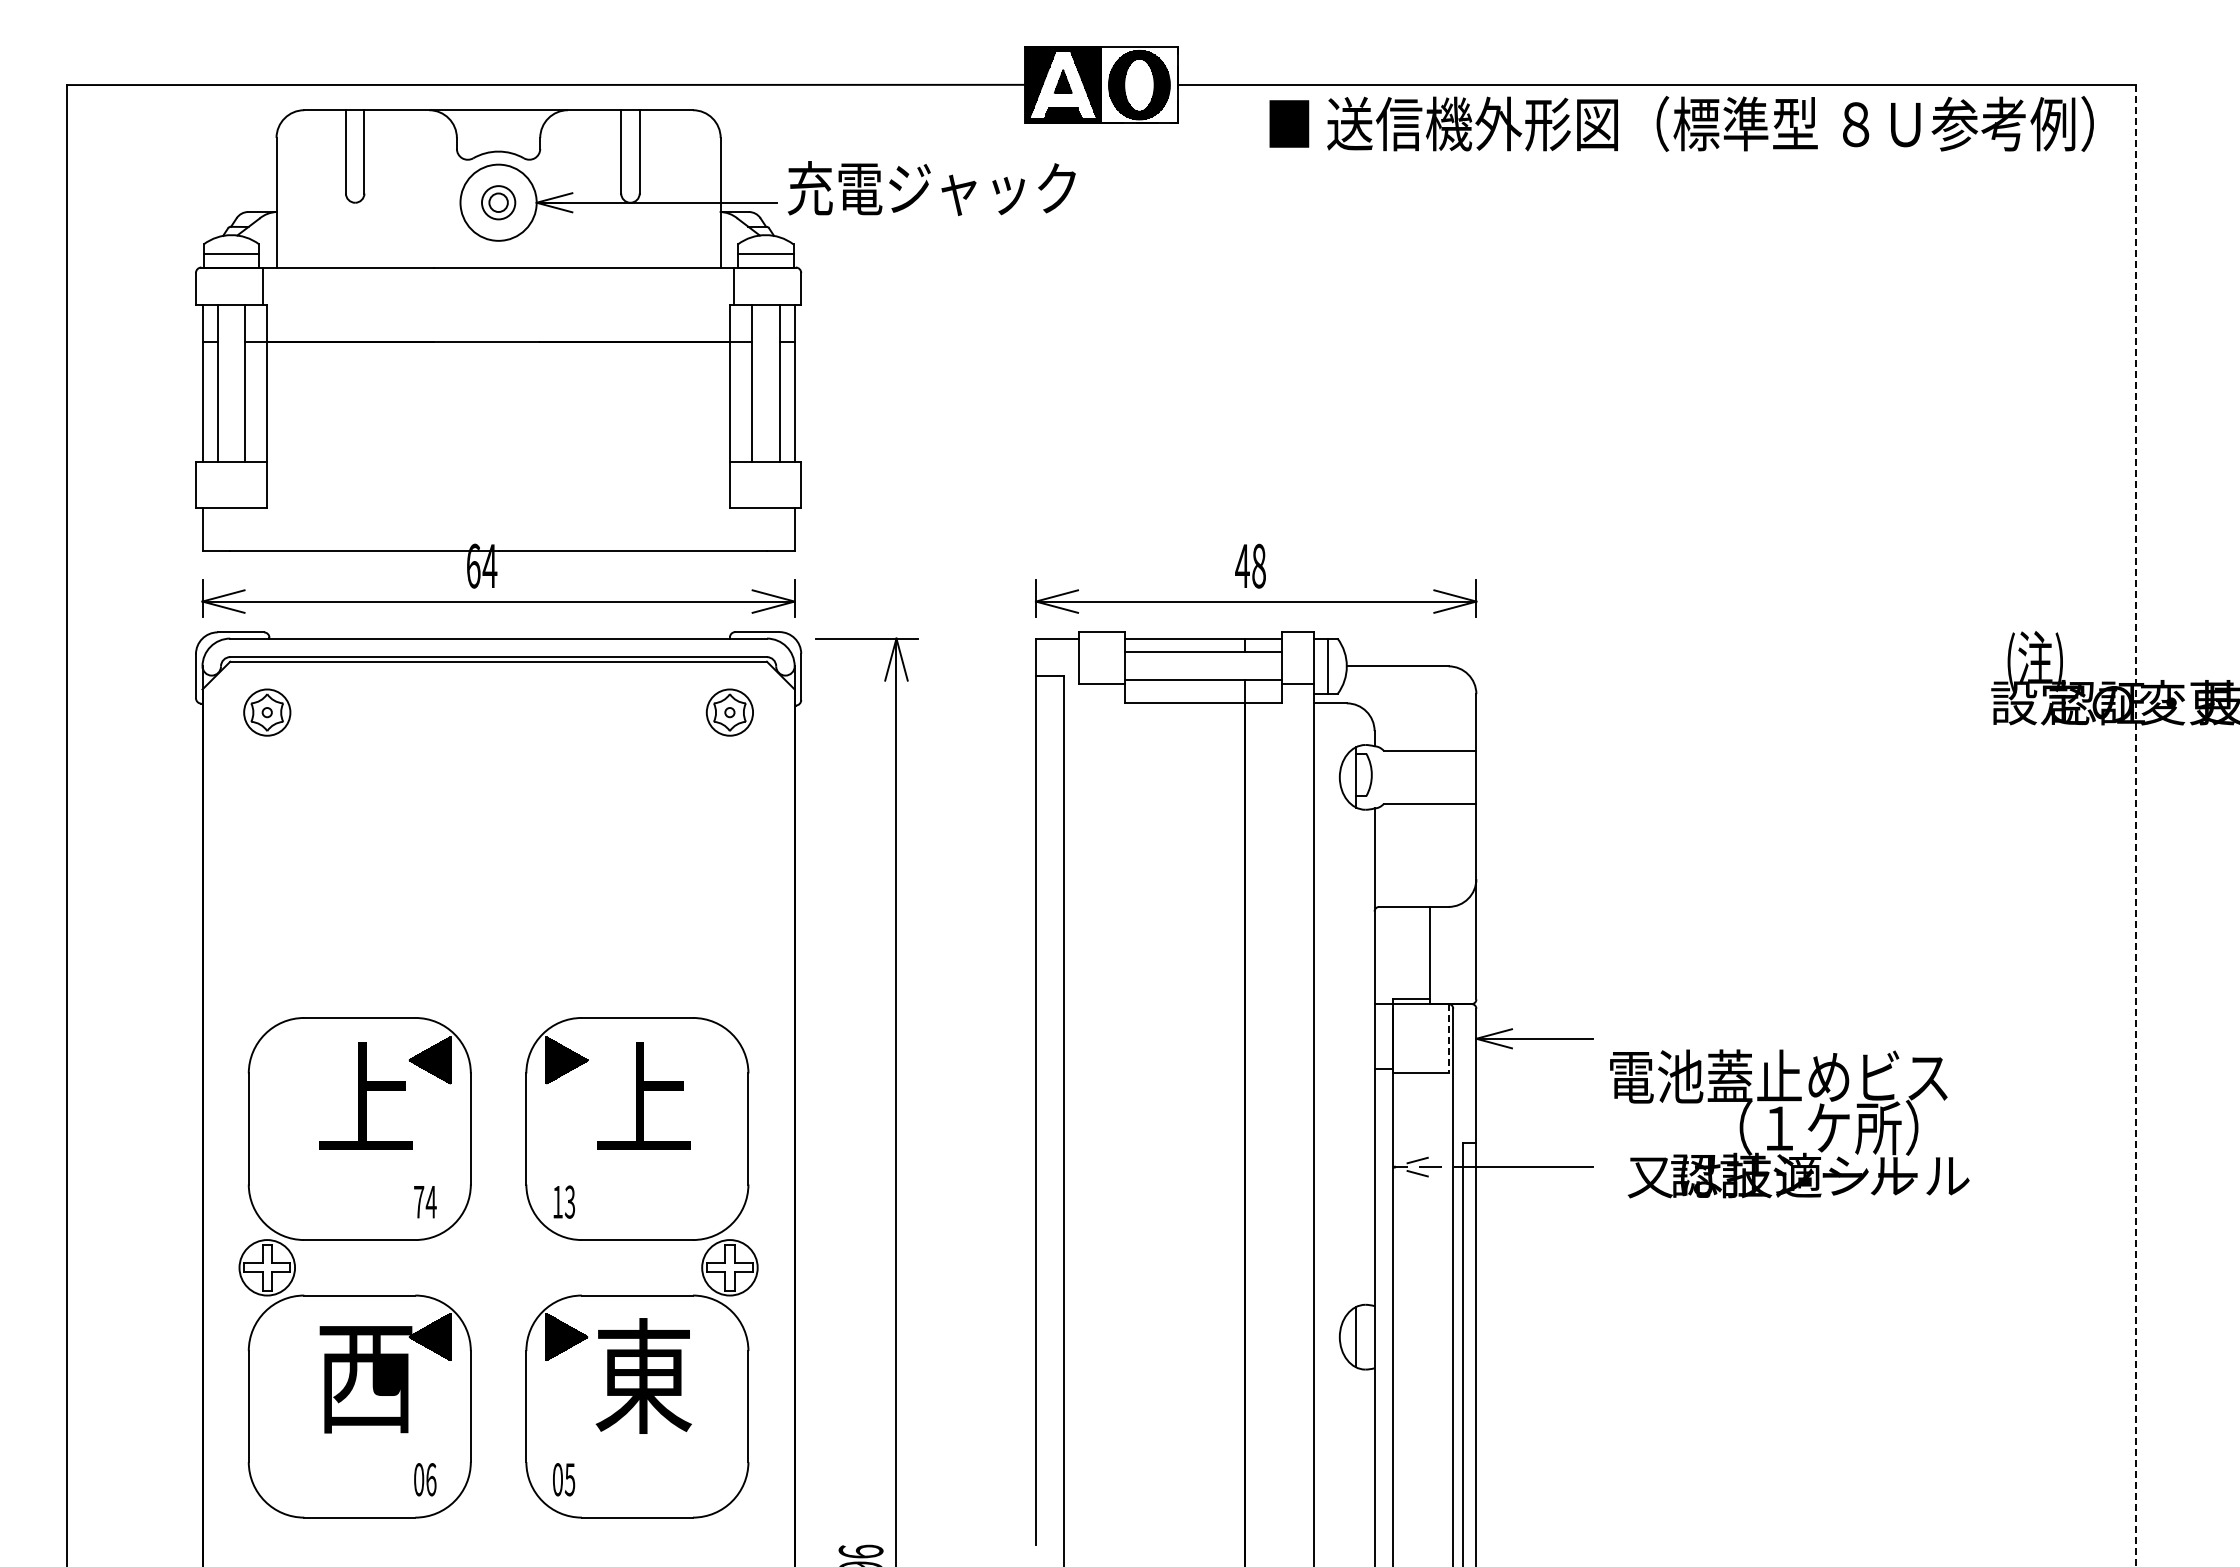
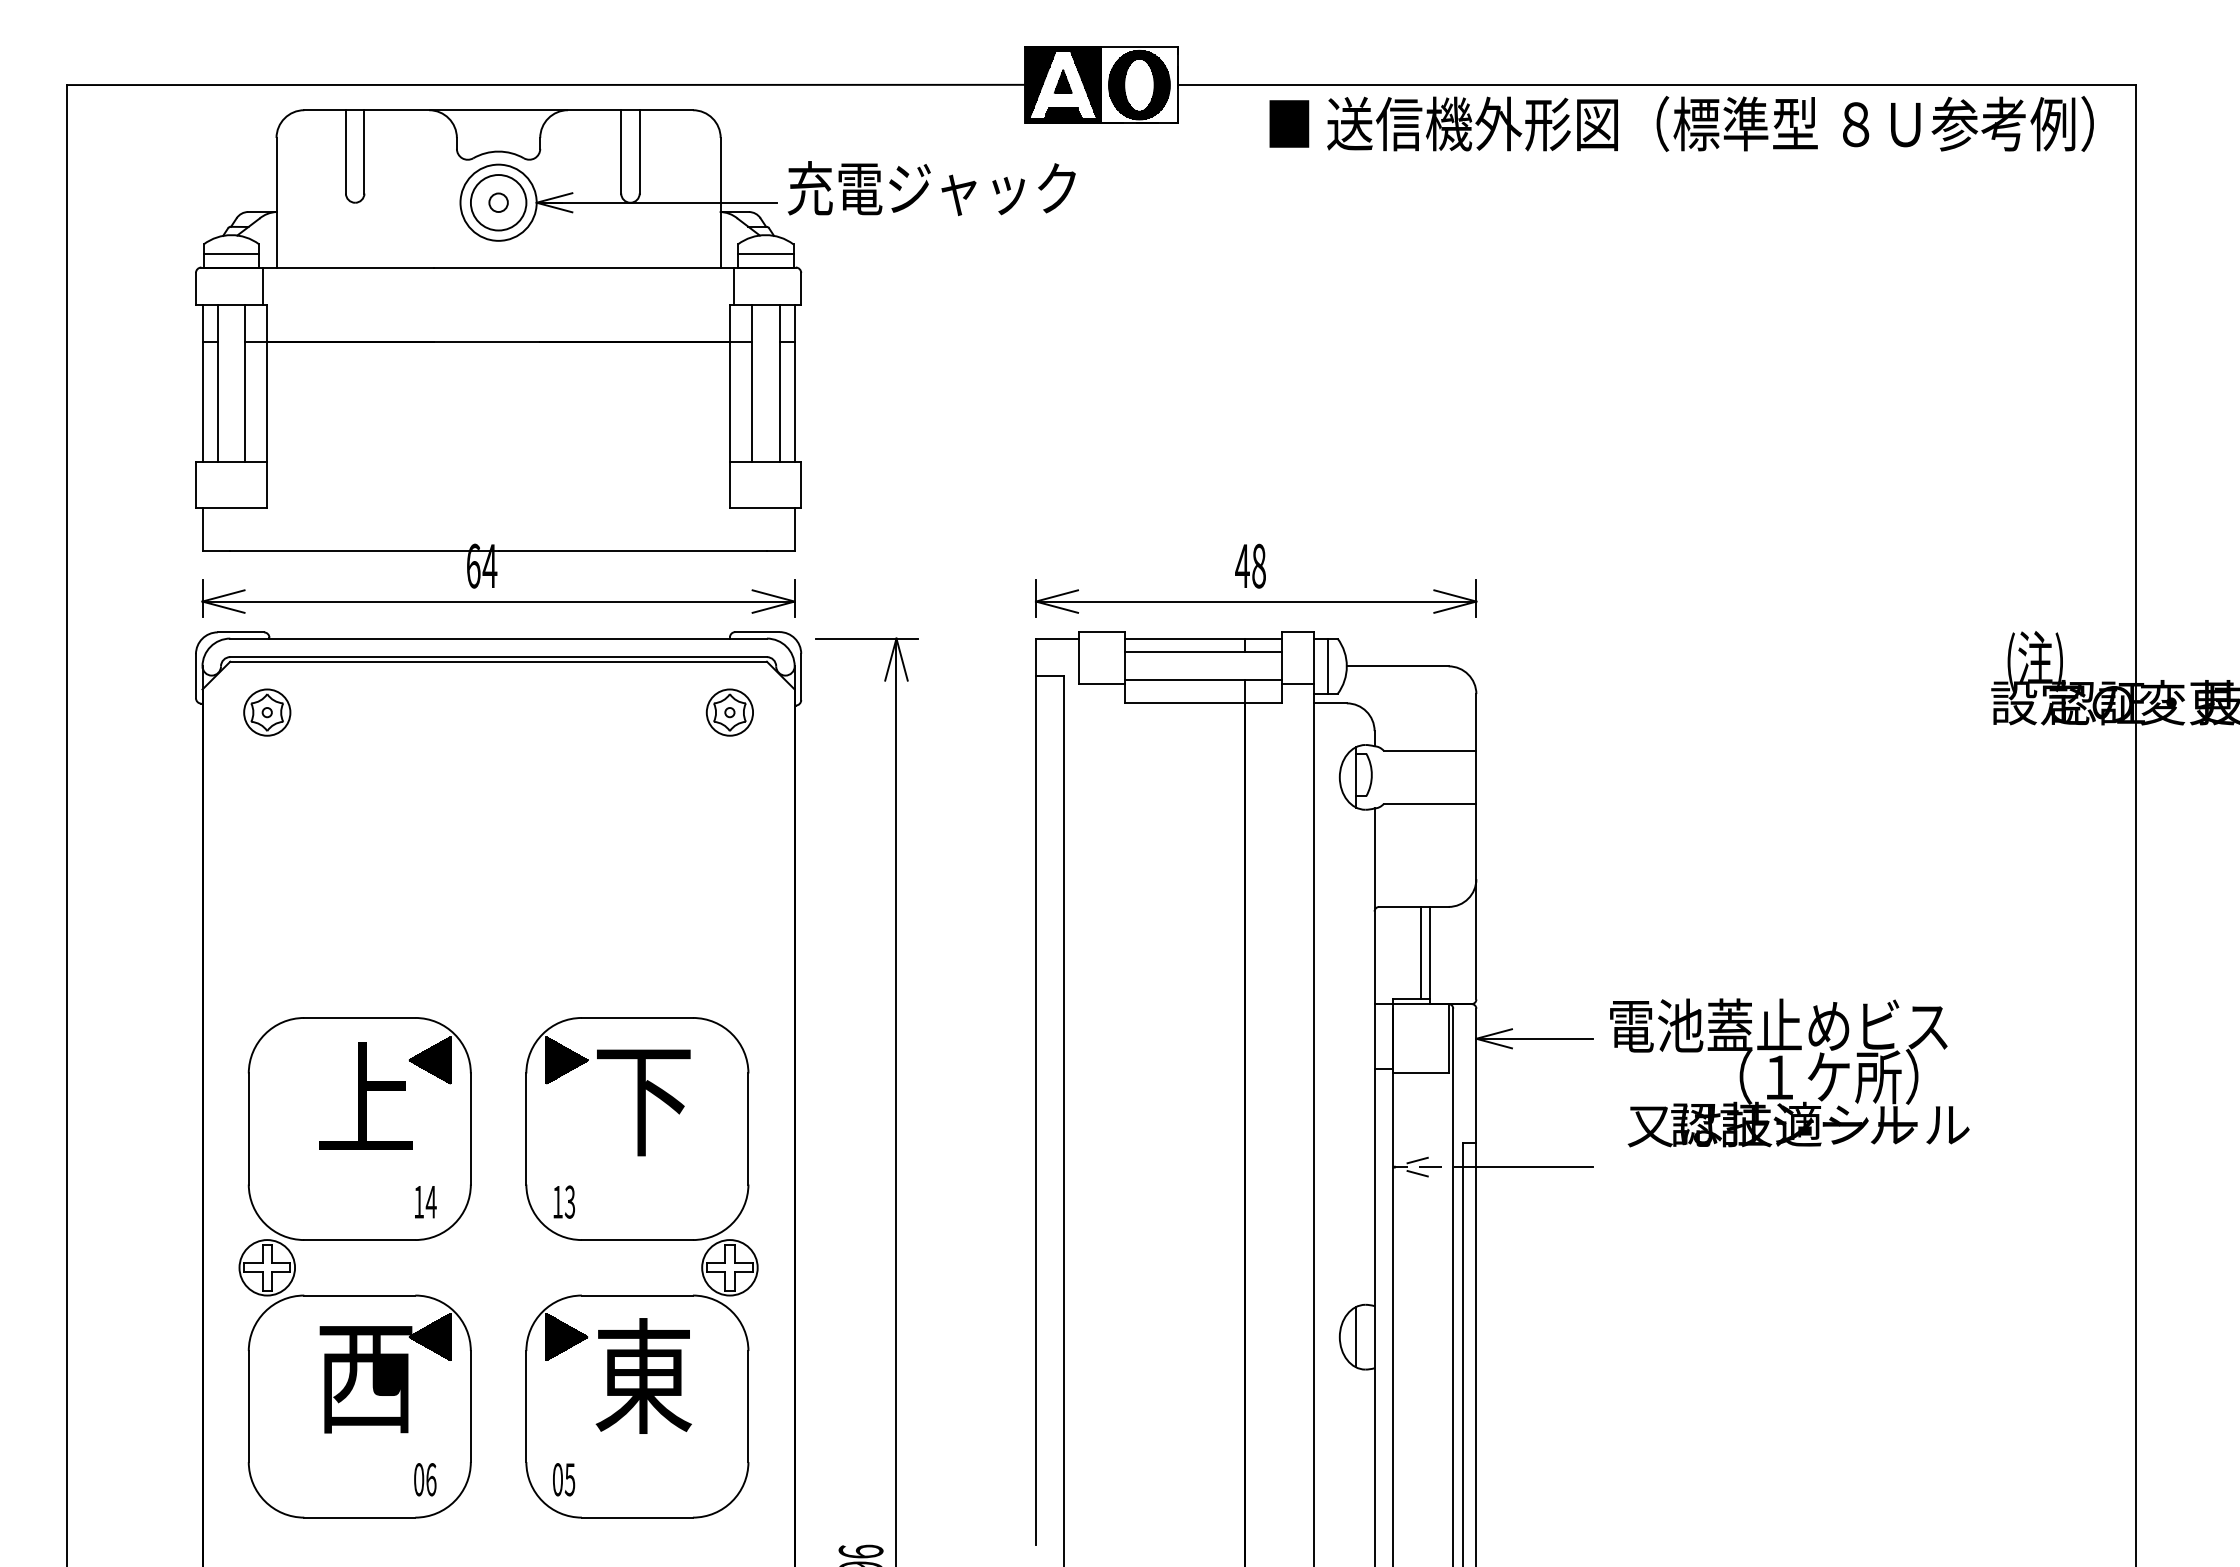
circle at (498, 202) diameter: 33 px -> 56 px
line at (2135, 825): dashed -> solid
line at (1420, 952): none -> present
line at (1448, 1038): dashed -> solid
text at (643, 1099): 上 -> 下
text at (1789, 1123) position: (1789, 1123) -> (1789, 1072)
text at (419, 1202): 74 -> 14
